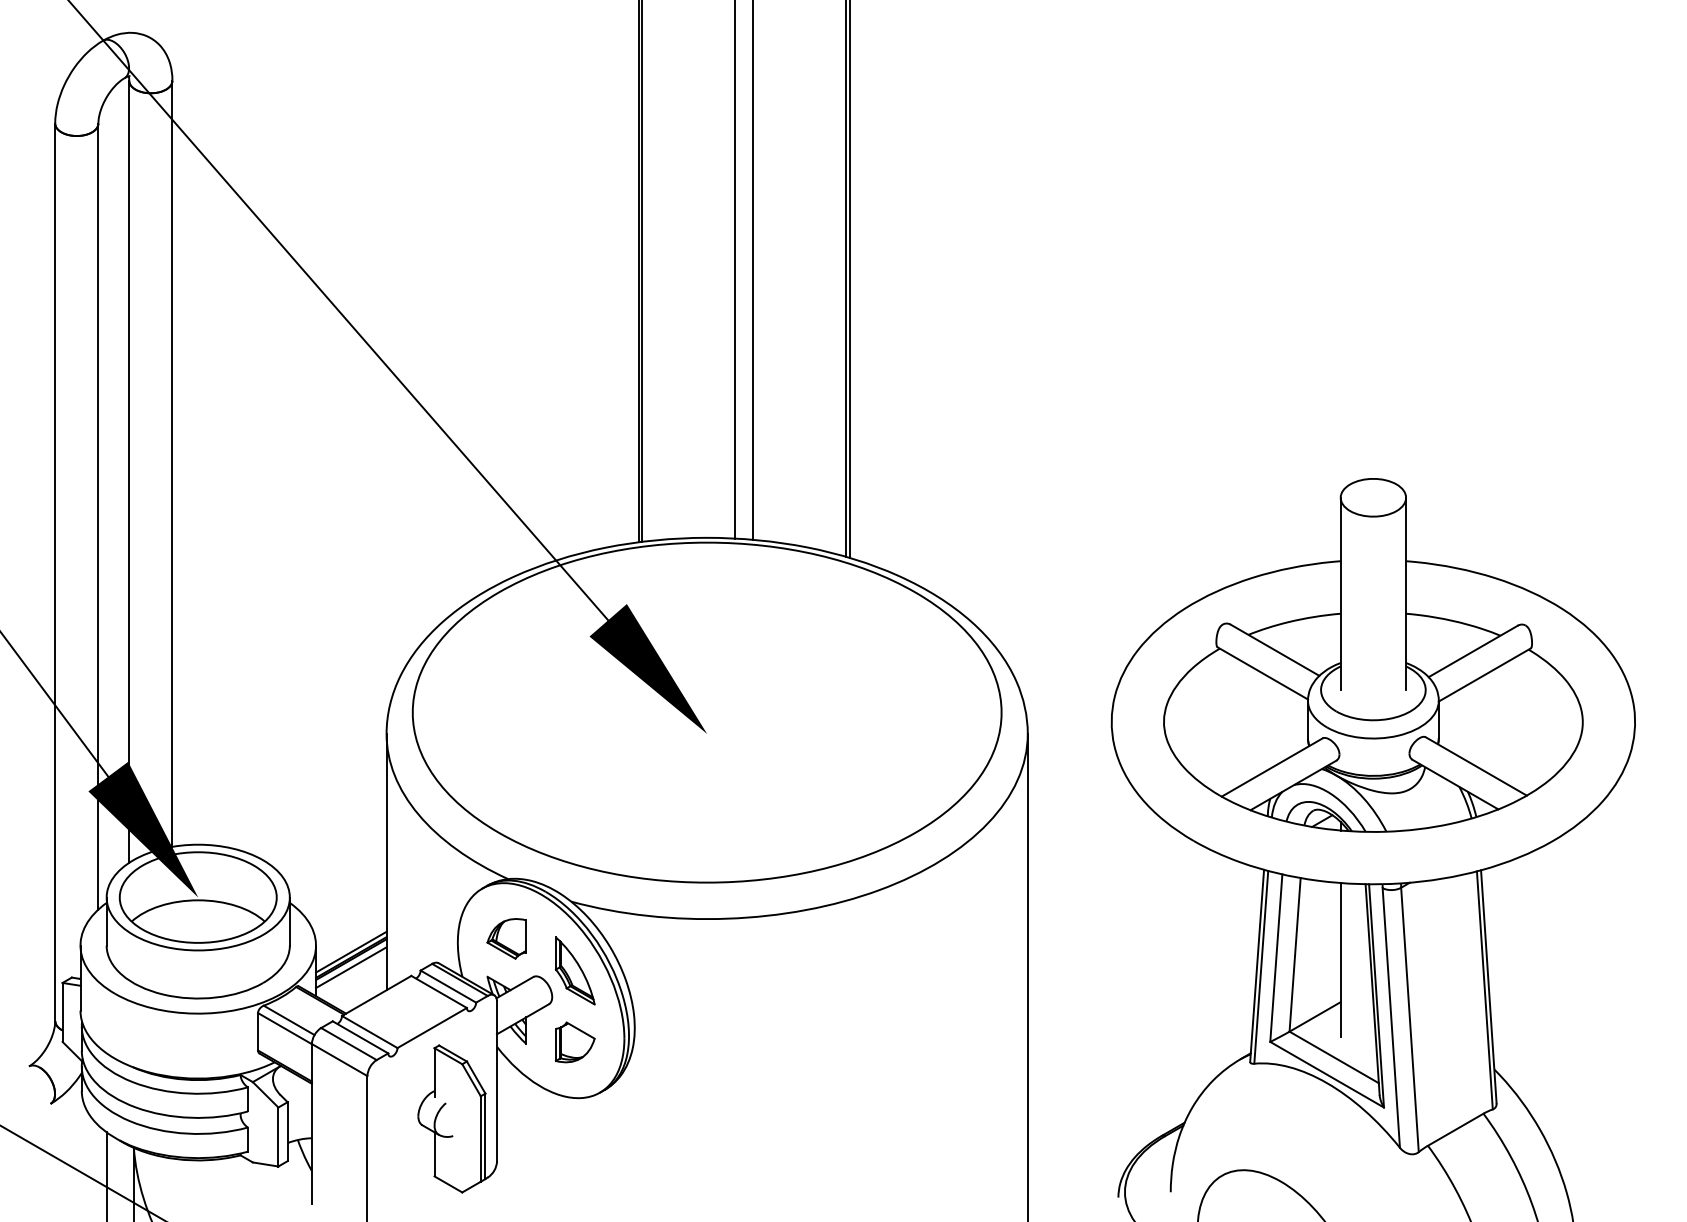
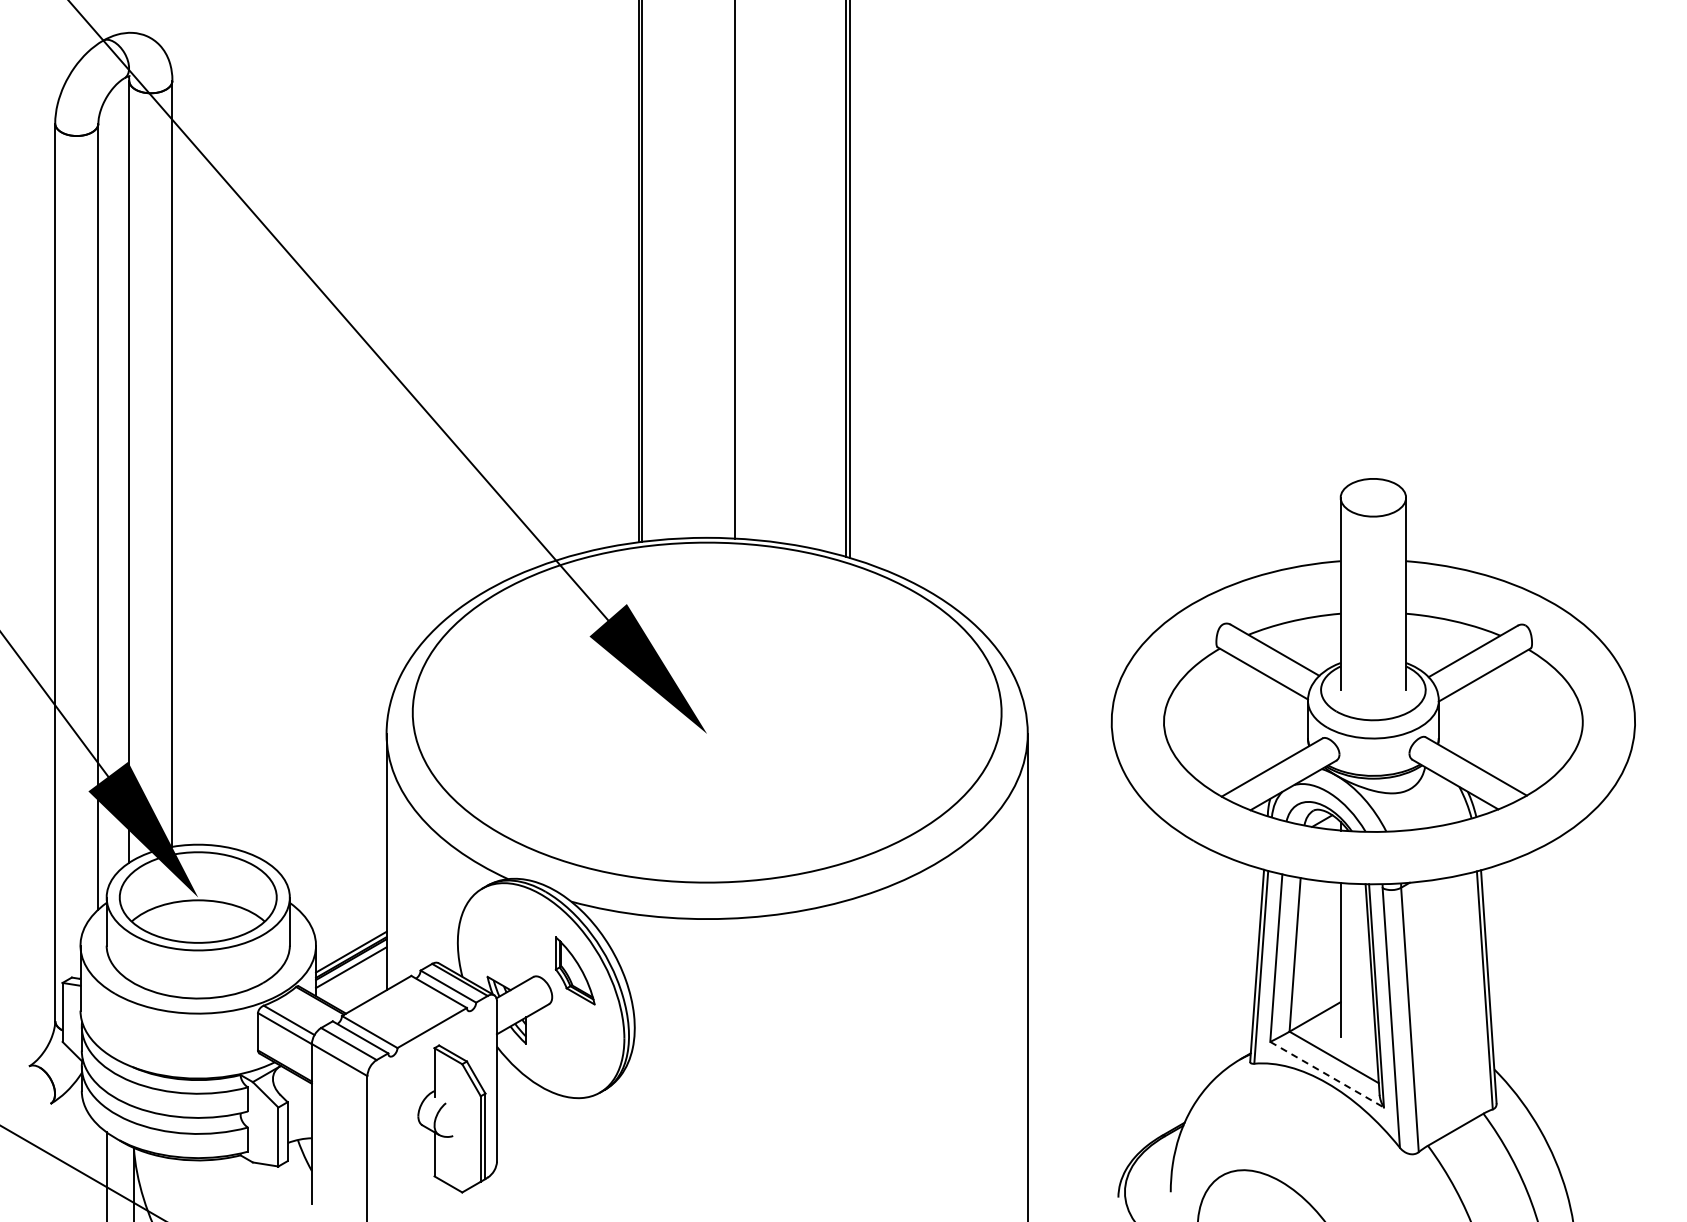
line at (753, 270): present -> none
part at (506, 938): present -> none
part at (574, 1042): present -> none
line at (1327, 1074): solid -> dashed
